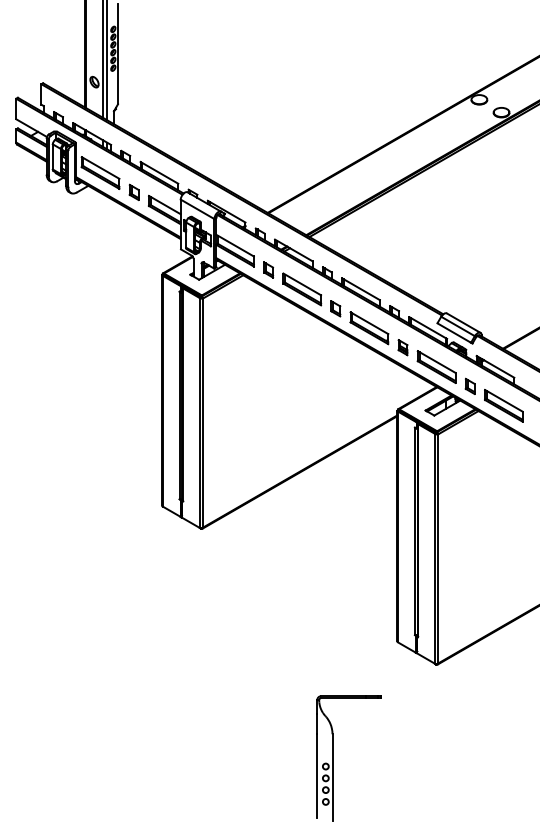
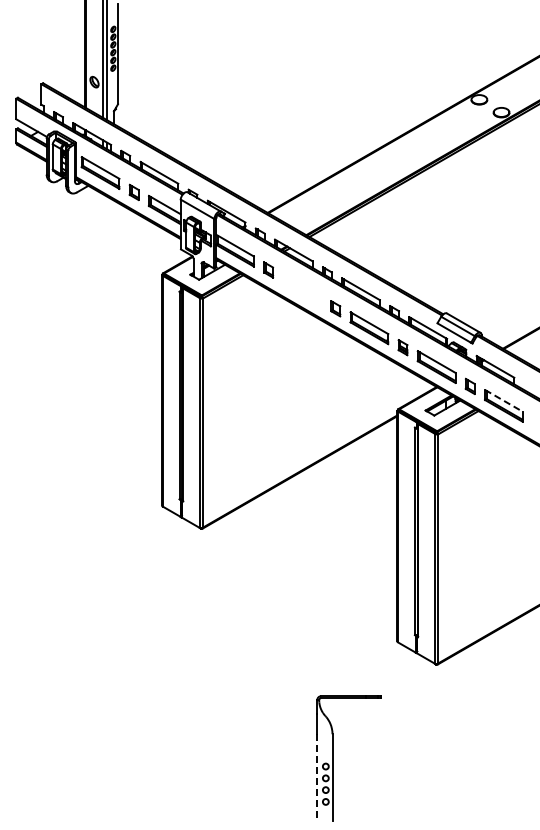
part at (302, 289): present -> none
line at (503, 400): solid -> dashed
line at (317, 776): solid -> dashed
